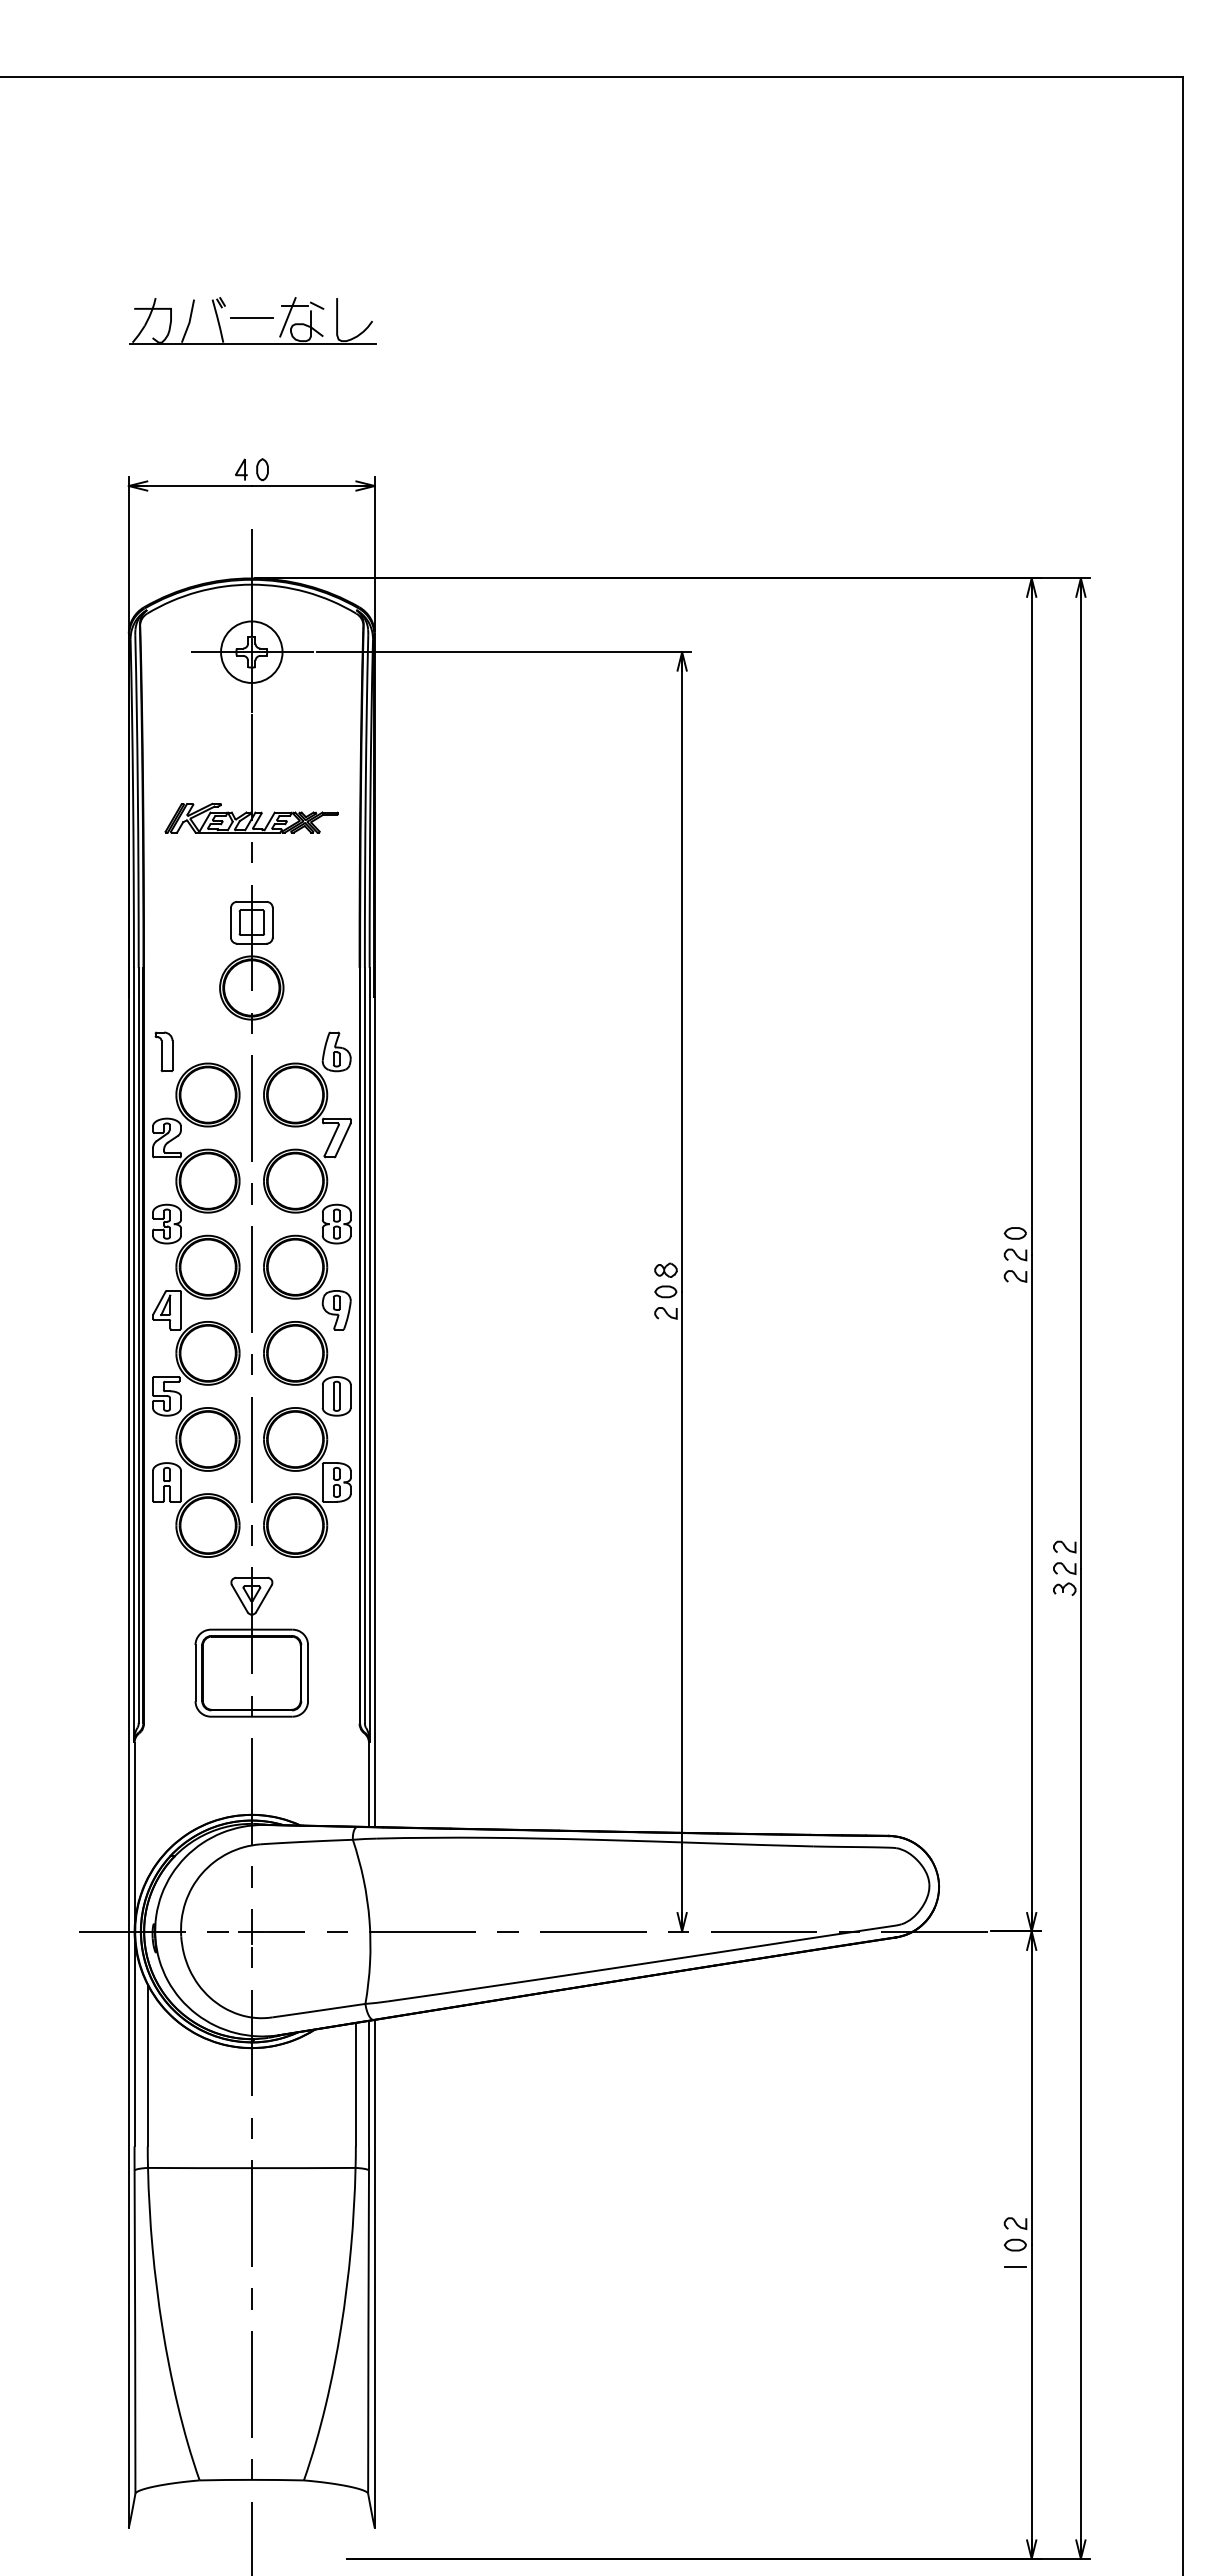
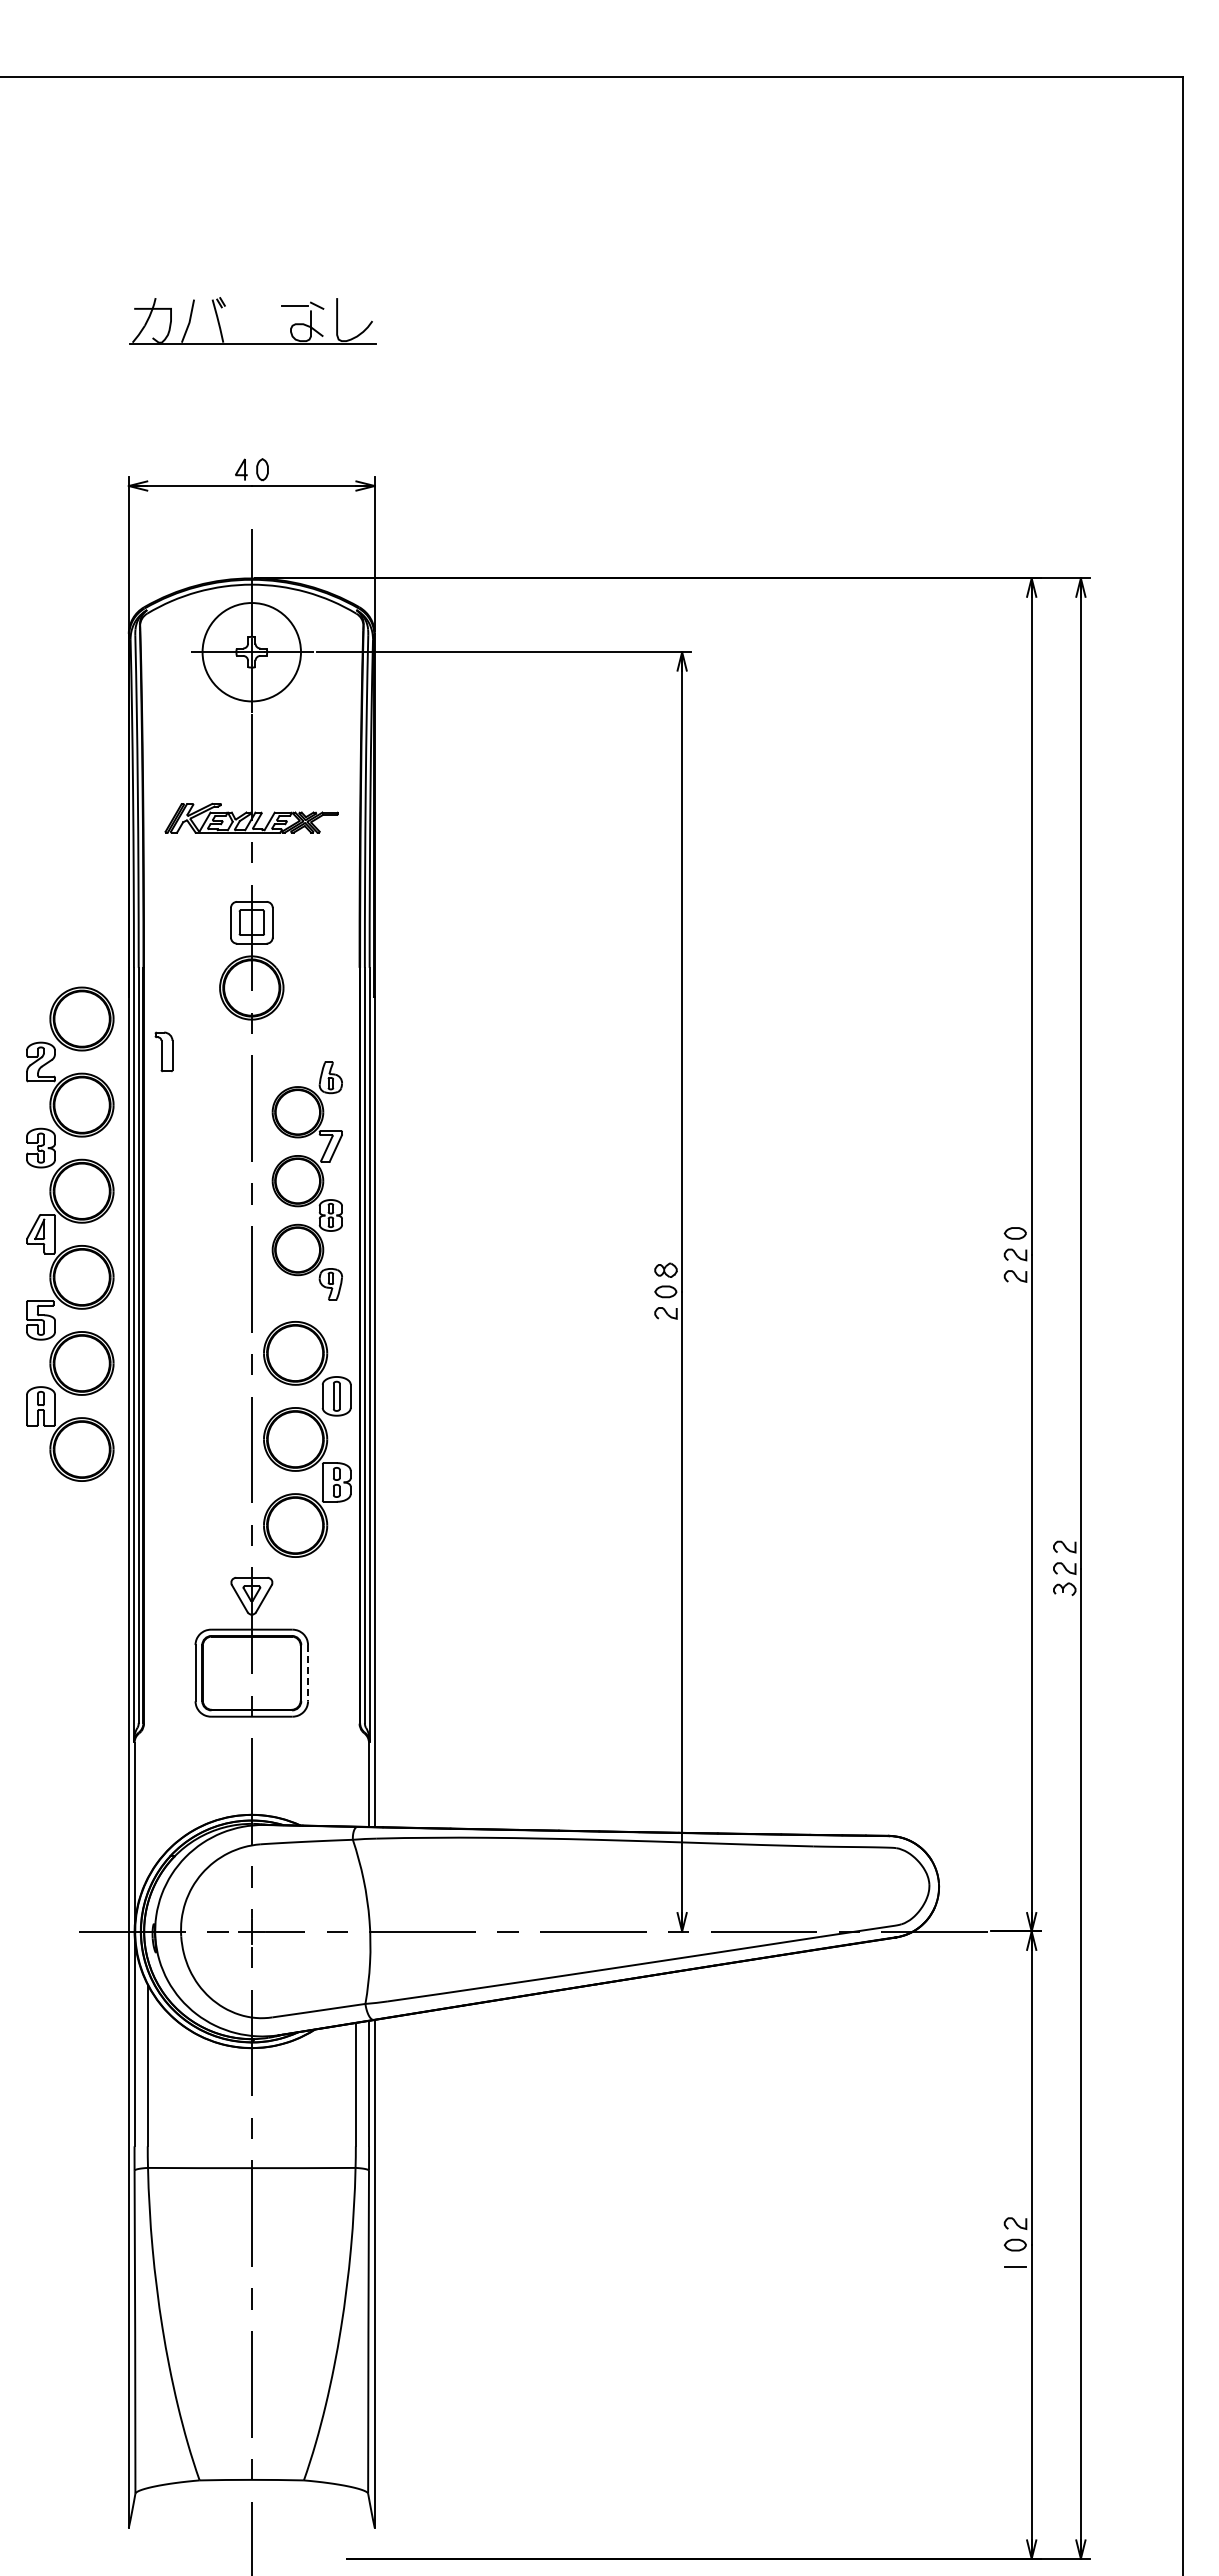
line at (287, 317): present -> none
line at (251, 318): present -> none
circle at (251, 651) diameter: 62 px -> 98 px
part at (307, 1180) size: 89x300 px -> 72x240 px
part at (198, 1298) position: (198, 1298) -> (72, 1222)
line at (308, 1673): solid -> dashed
